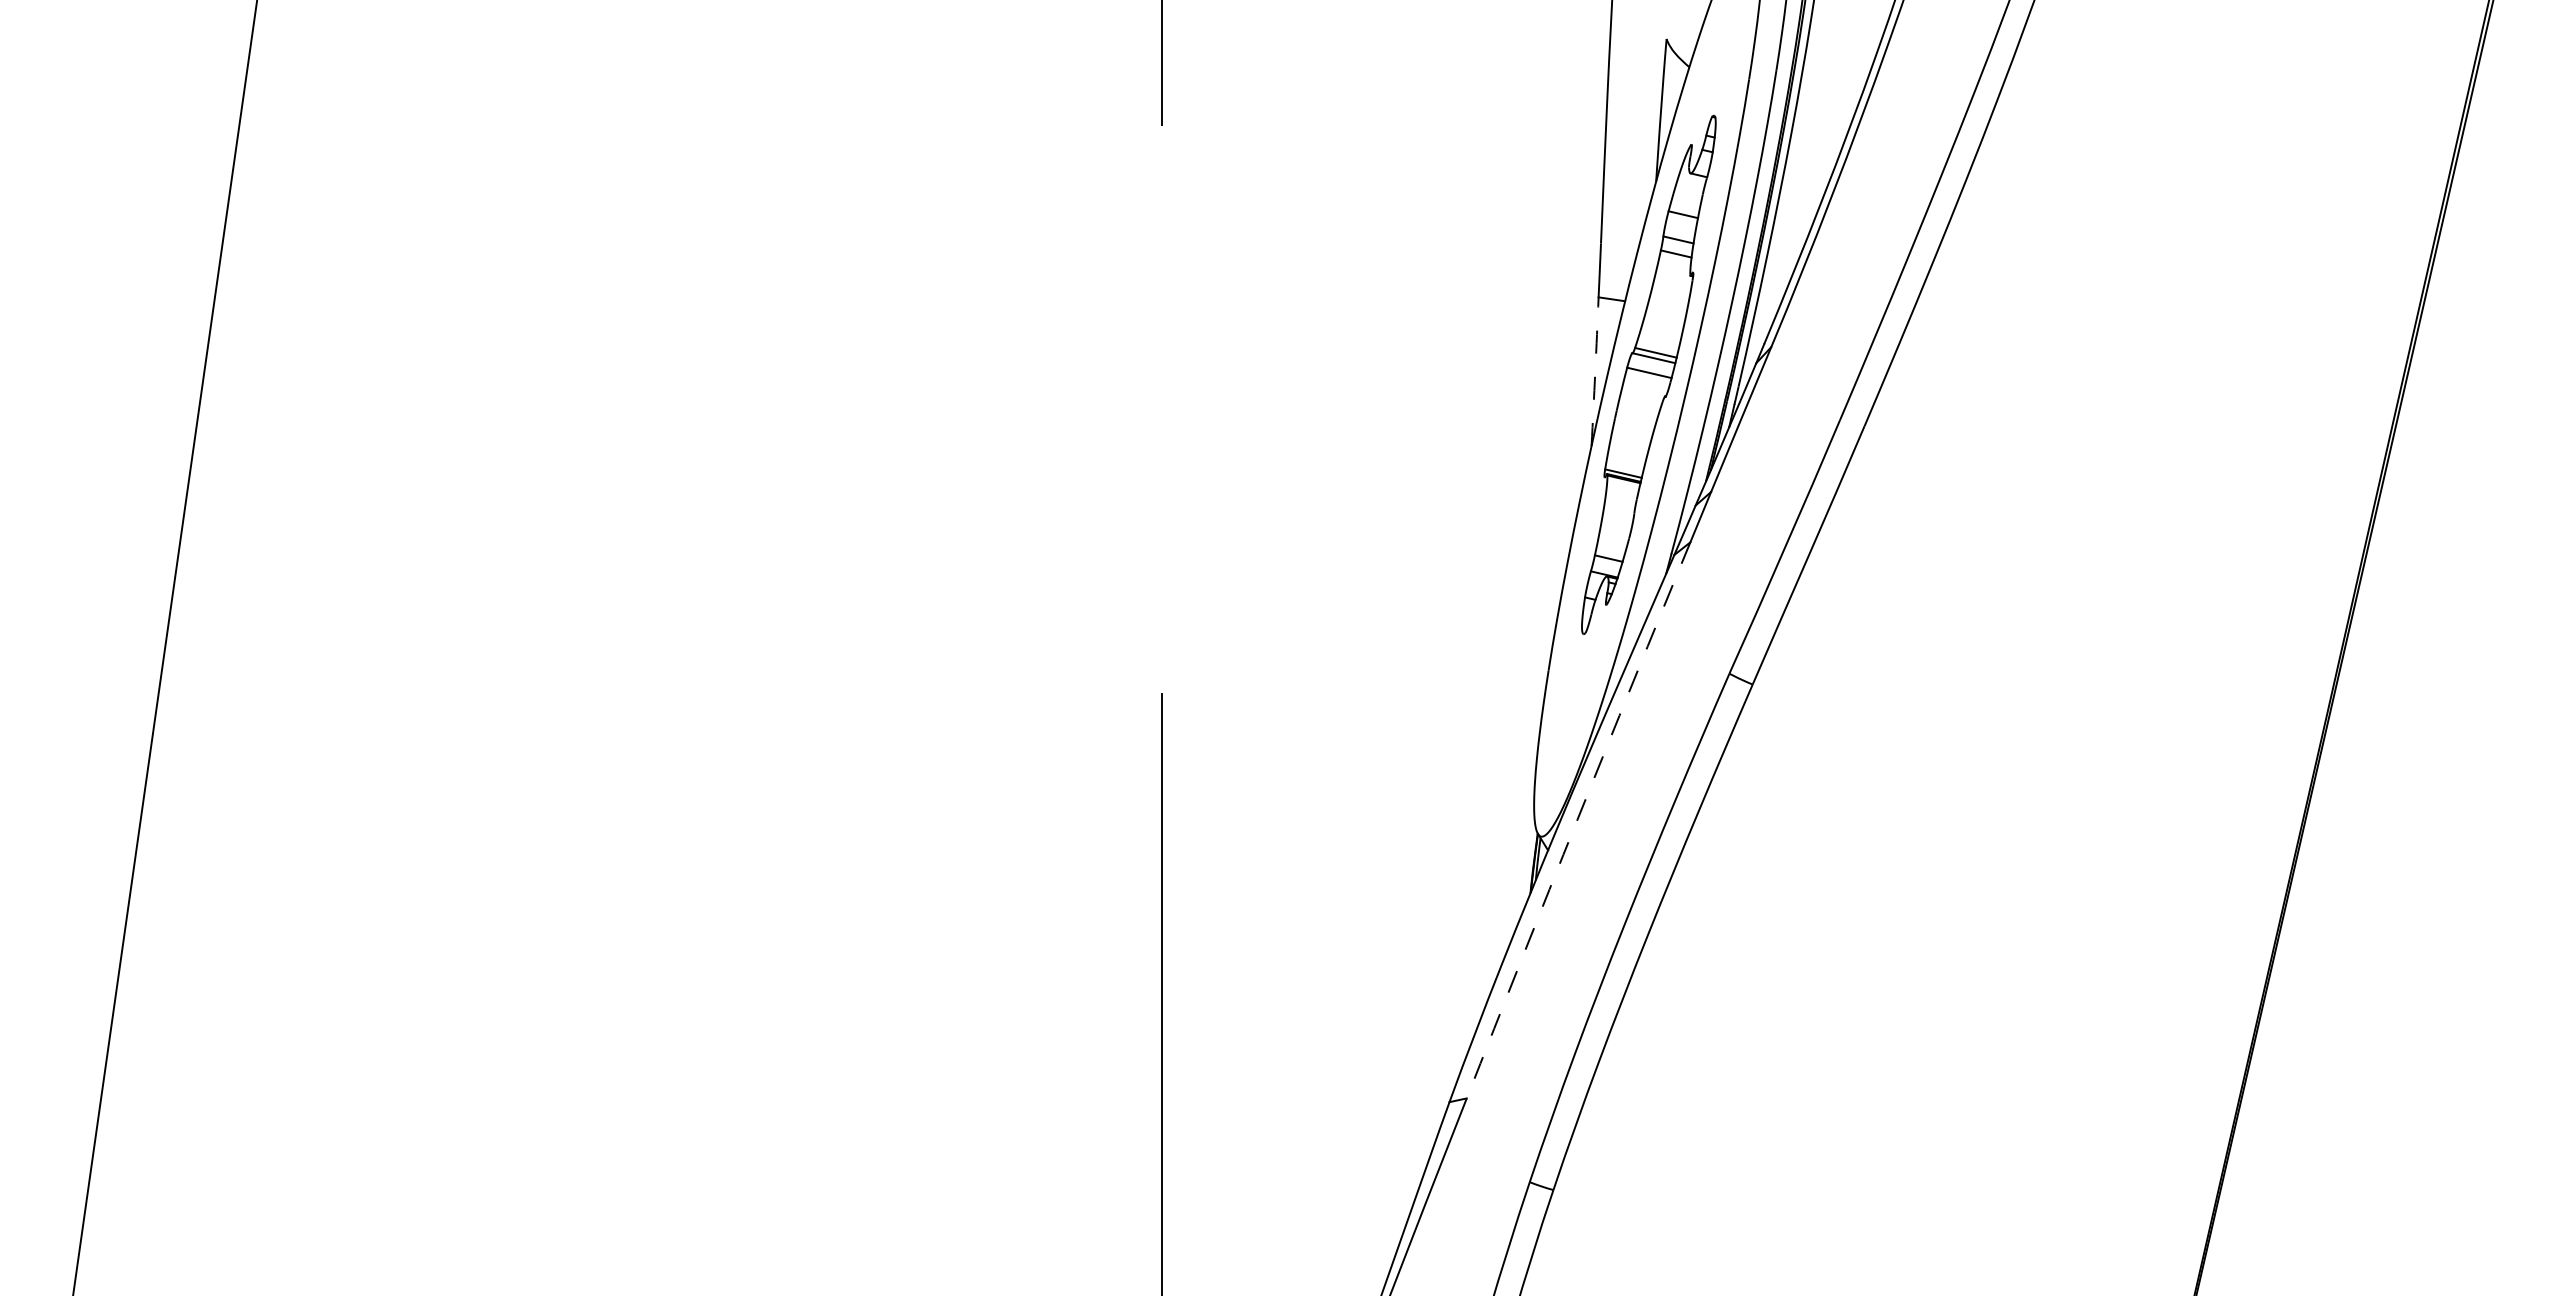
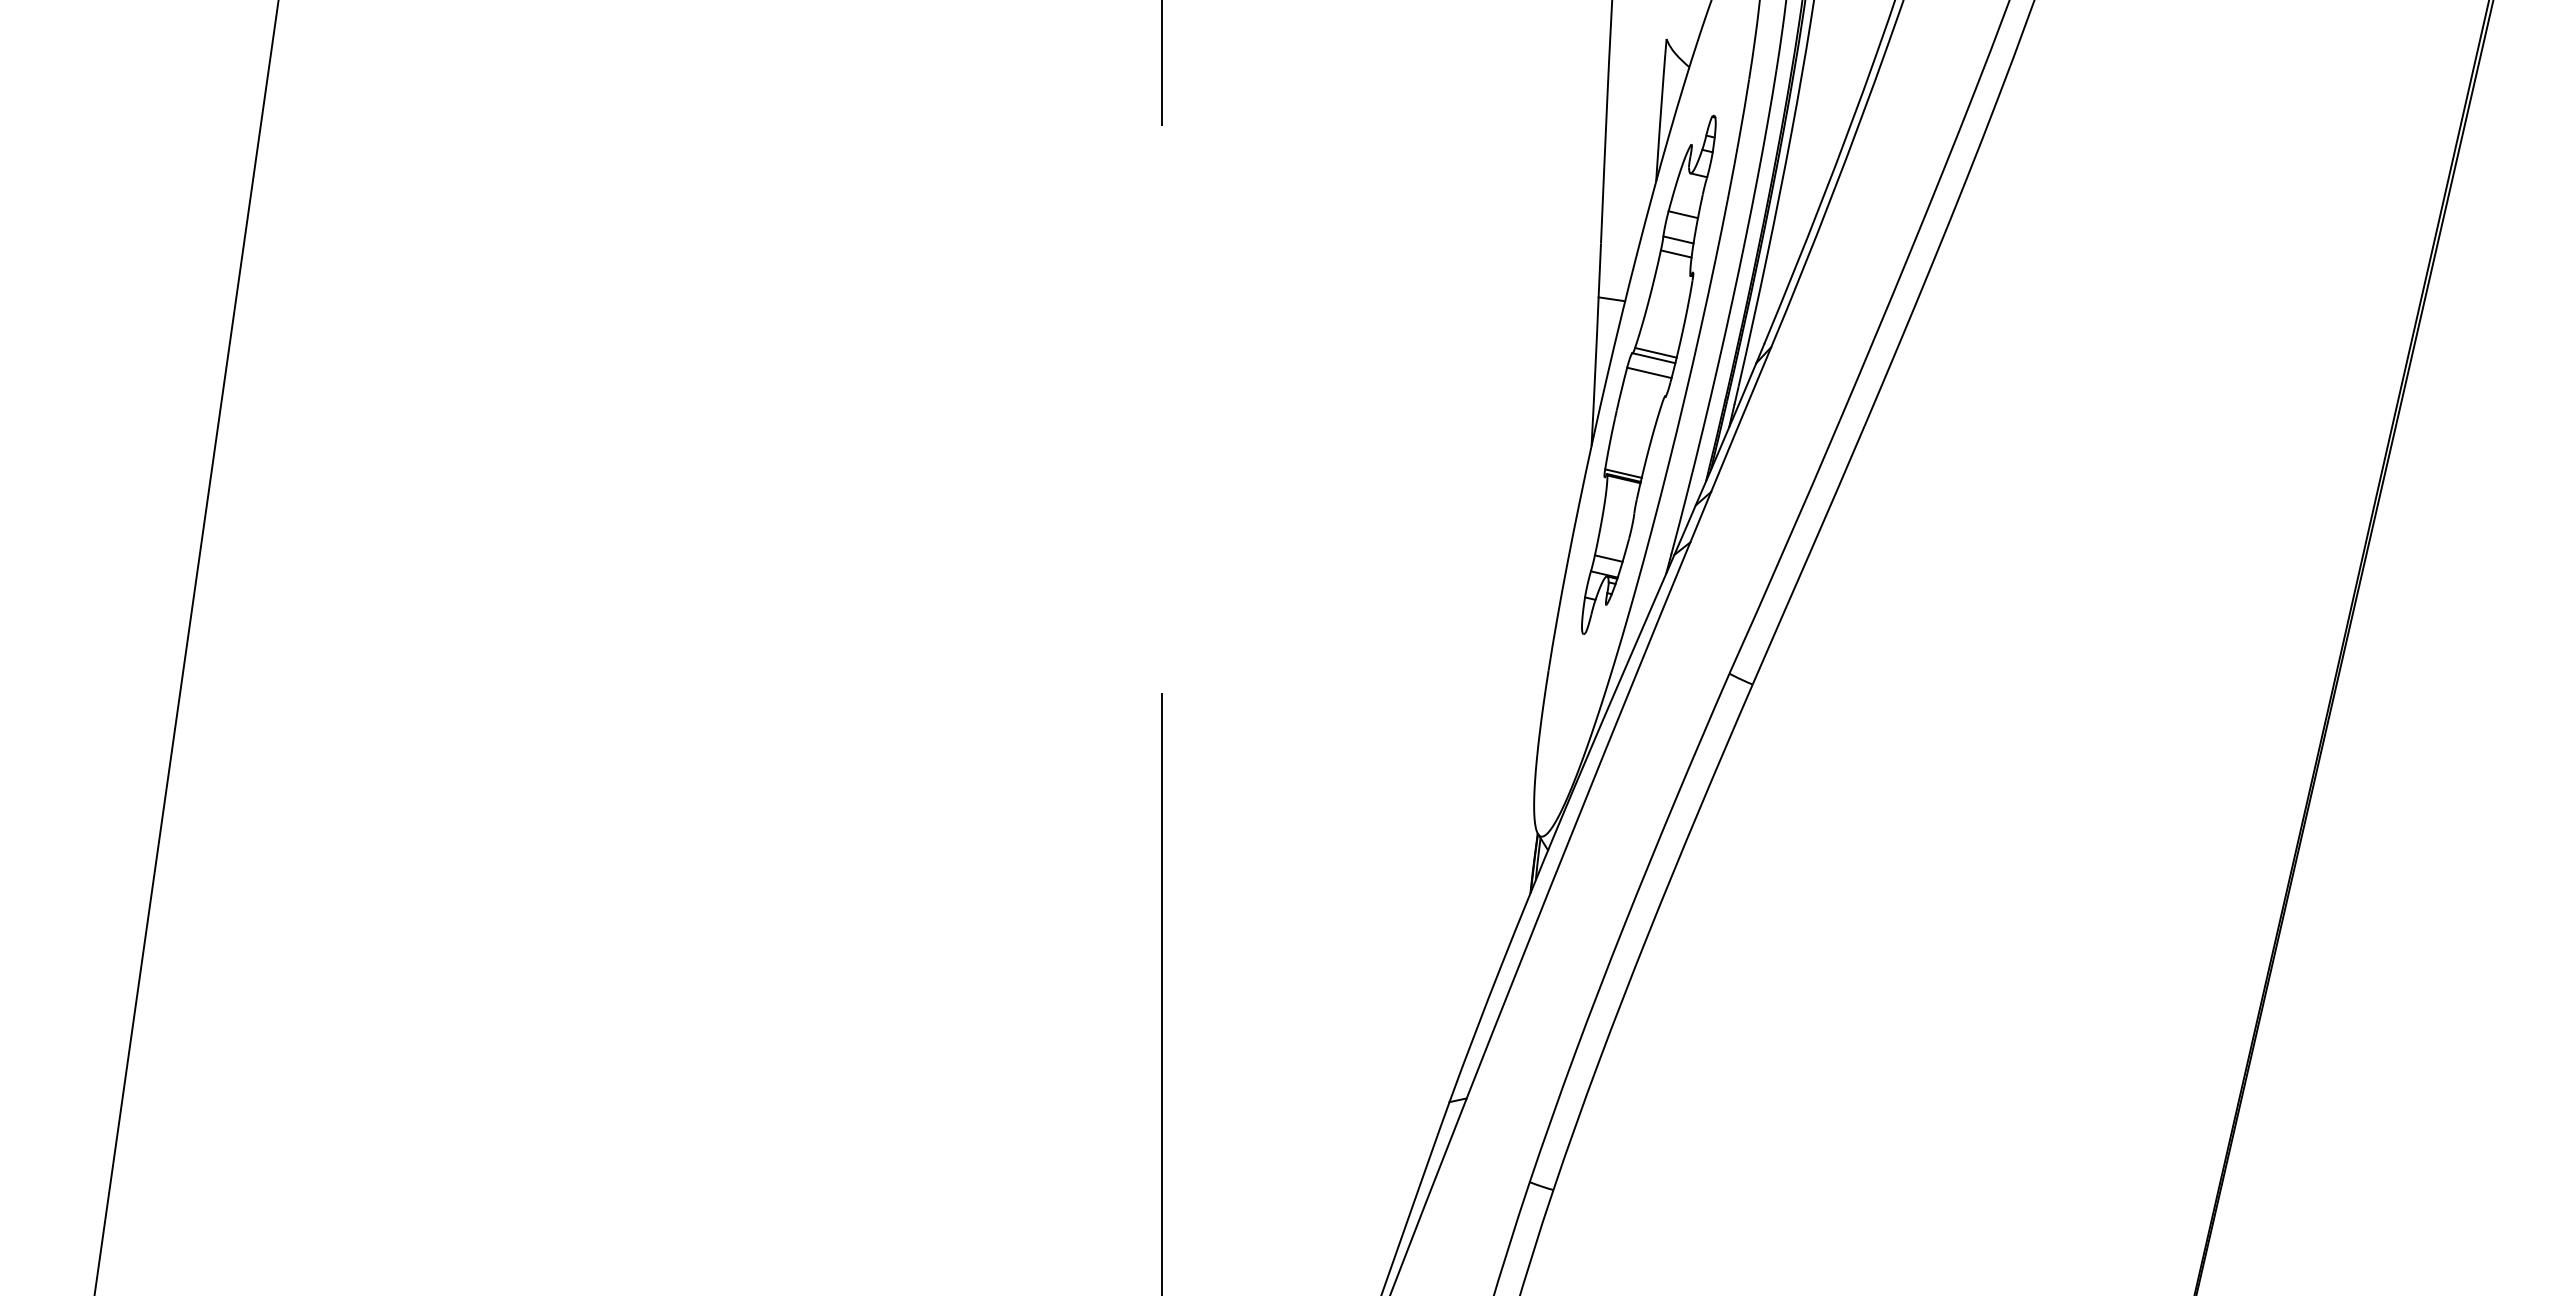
arc at (1595, 371): dashed -> solid
line at (164, 647) position: (164, 647) -> (186, 647)
arc at (1577, 819): dashed -> solid
